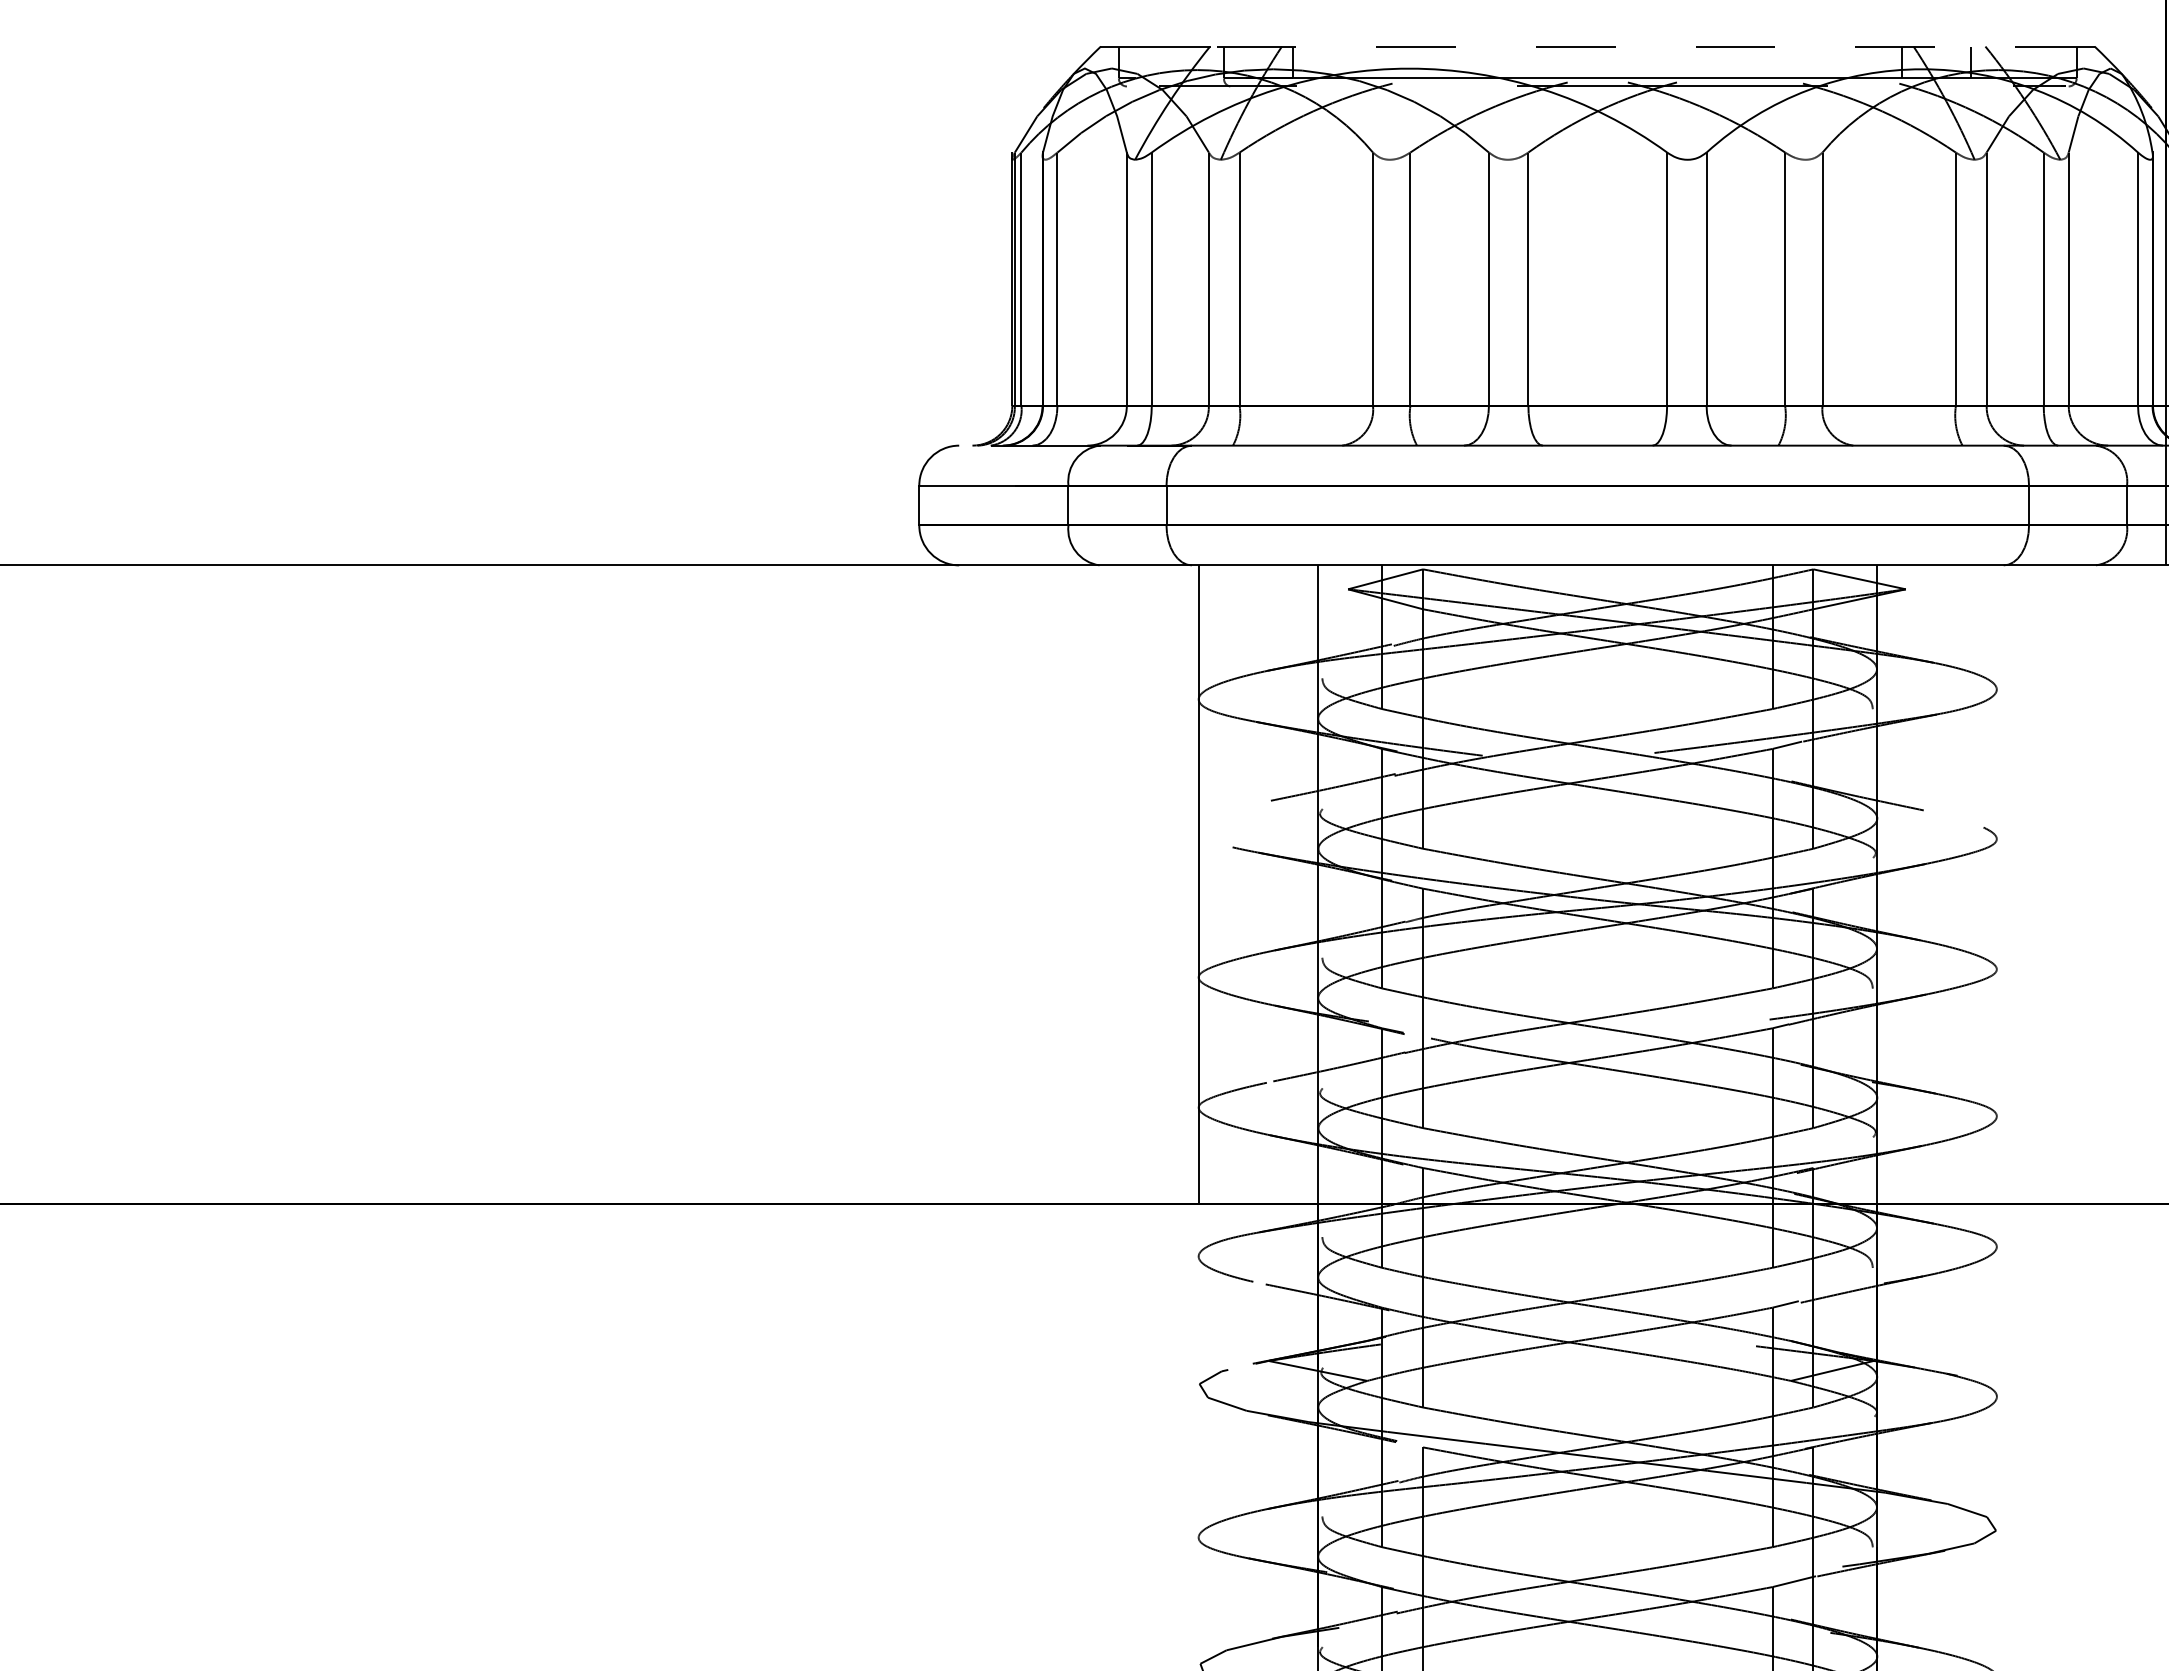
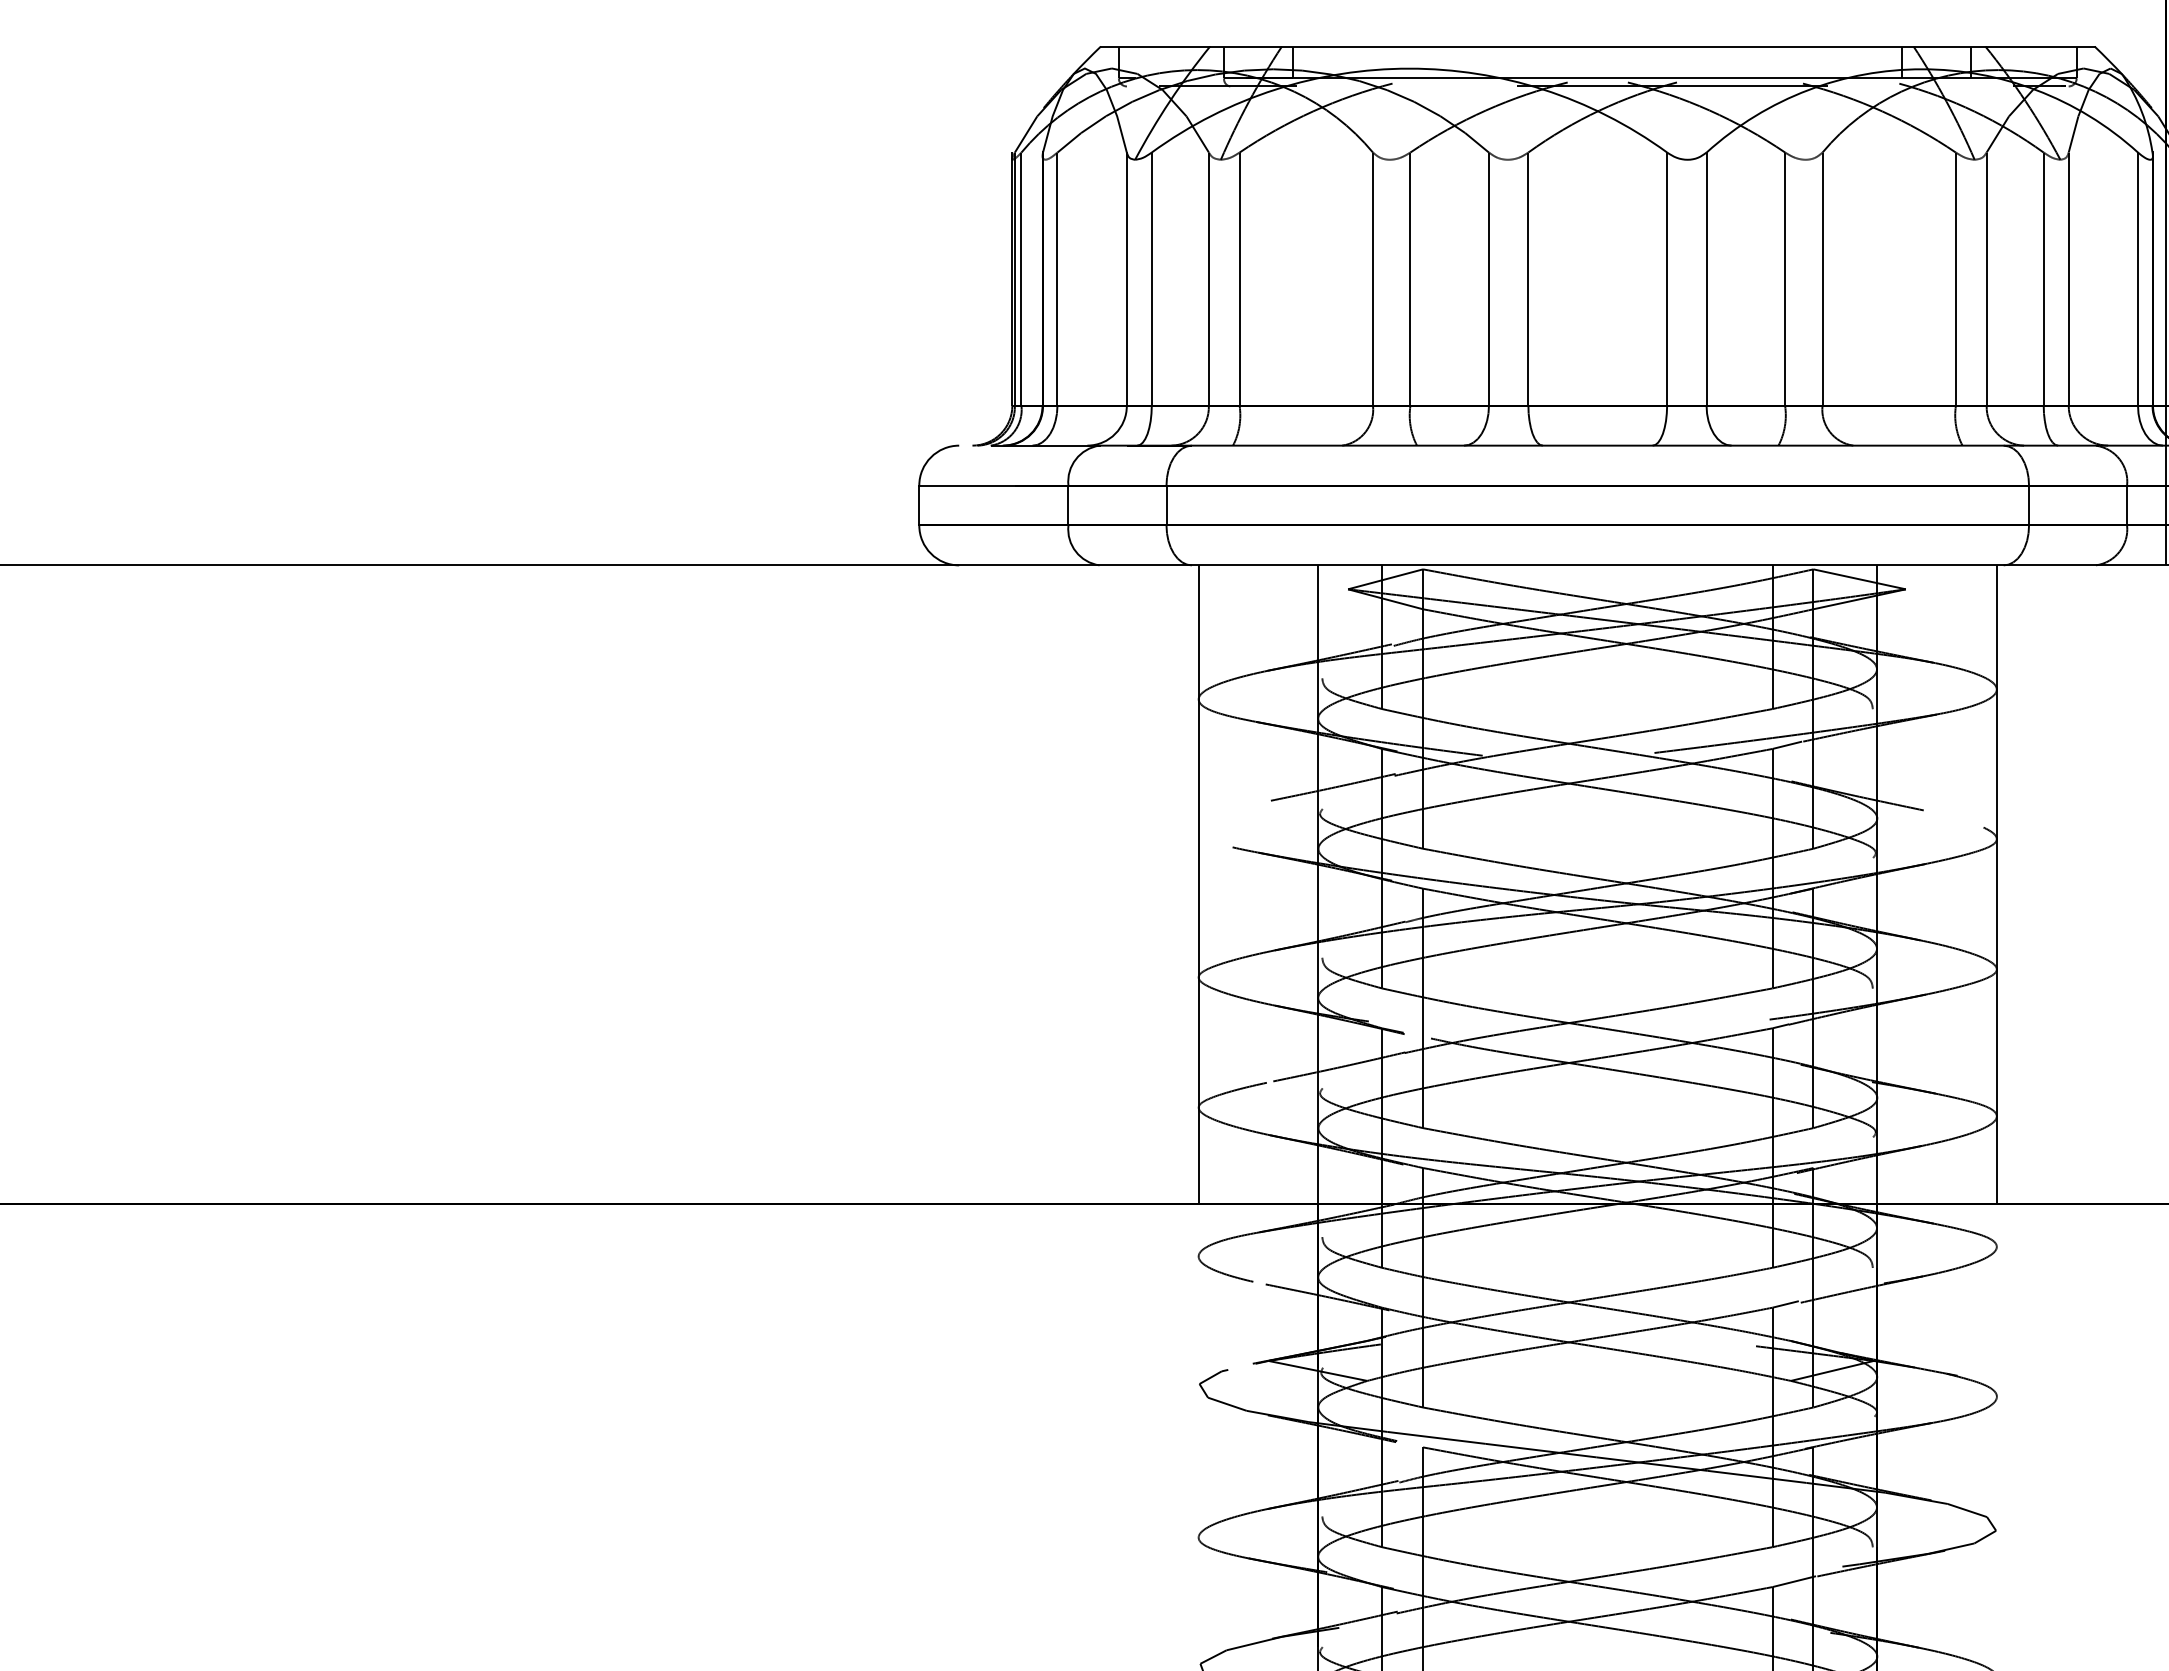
line at (1651, 46): dashed -> solid
line at (1996, 884): none -> present
